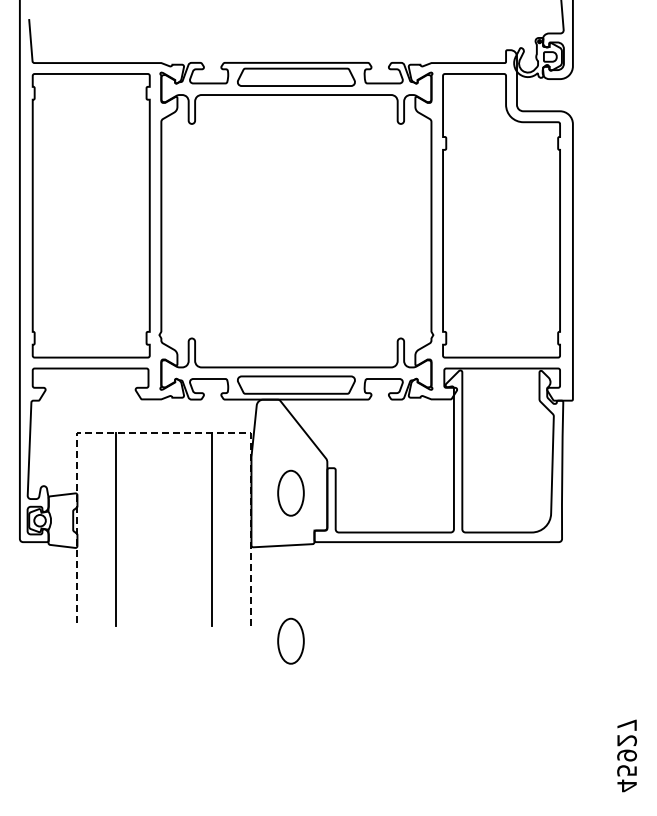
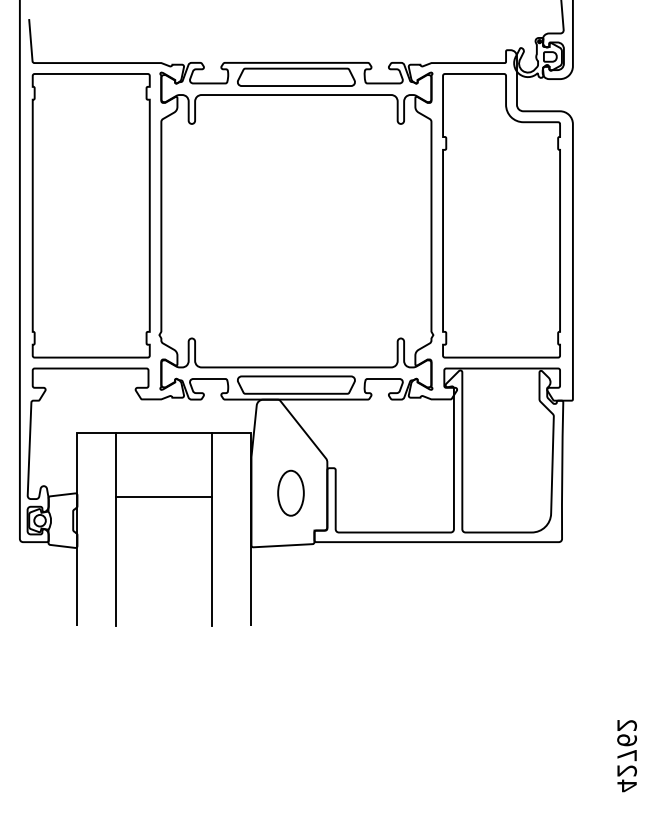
line at (164, 432): dashed -> solid
line at (164, 497): none -> present
part at (290, 640): present -> none
text at (627, 747): 45927 -> 42762
